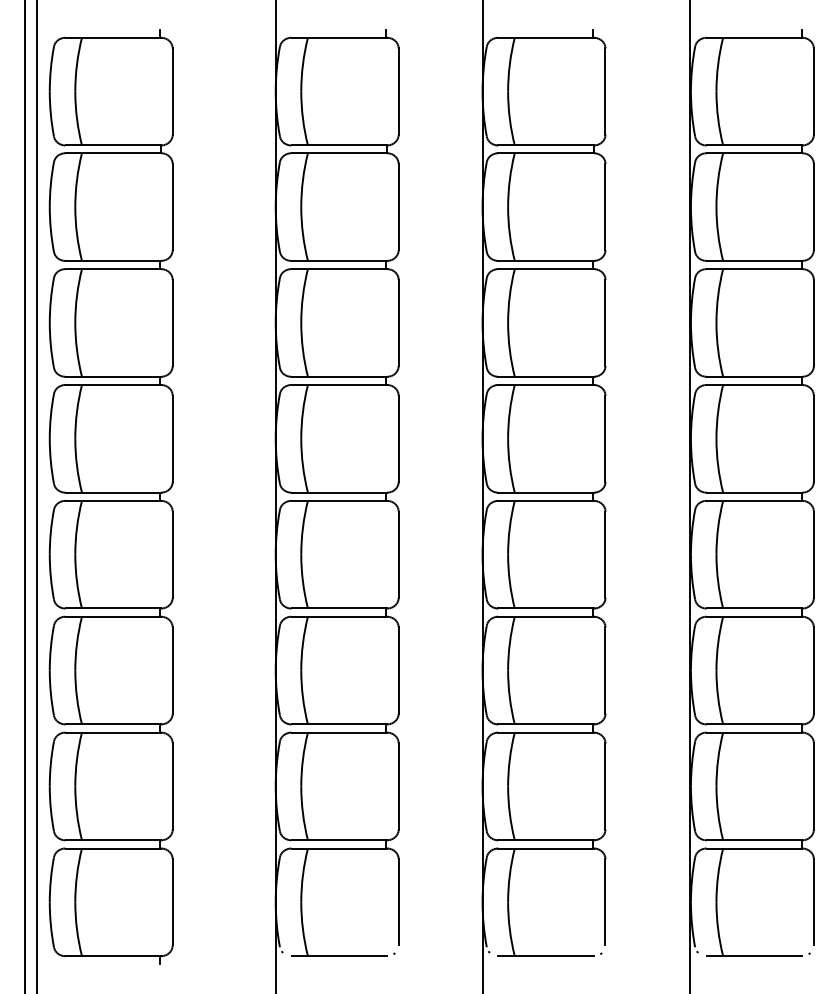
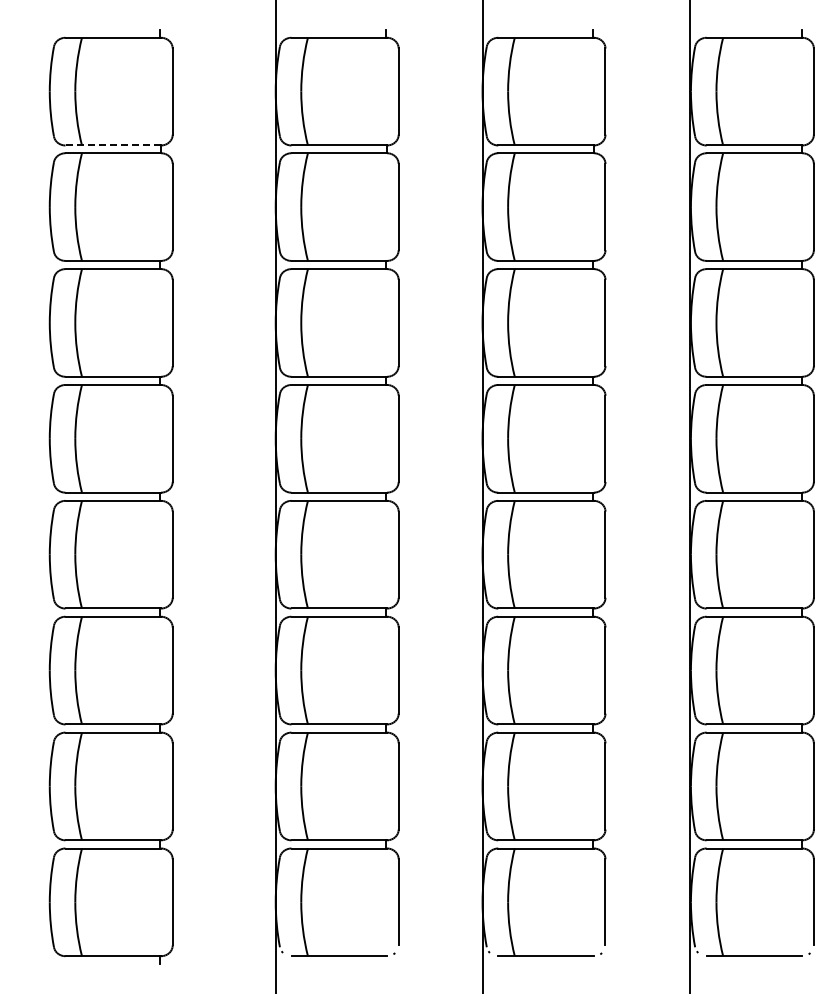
line at (113, 145): solid -> dashed
line at (25, 496): present -> none
line at (36, 496): present -> none
